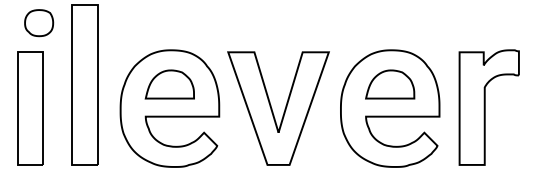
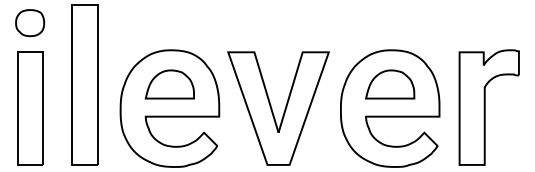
part at (39, 23) position: (39, 23) -> (30, 23)
